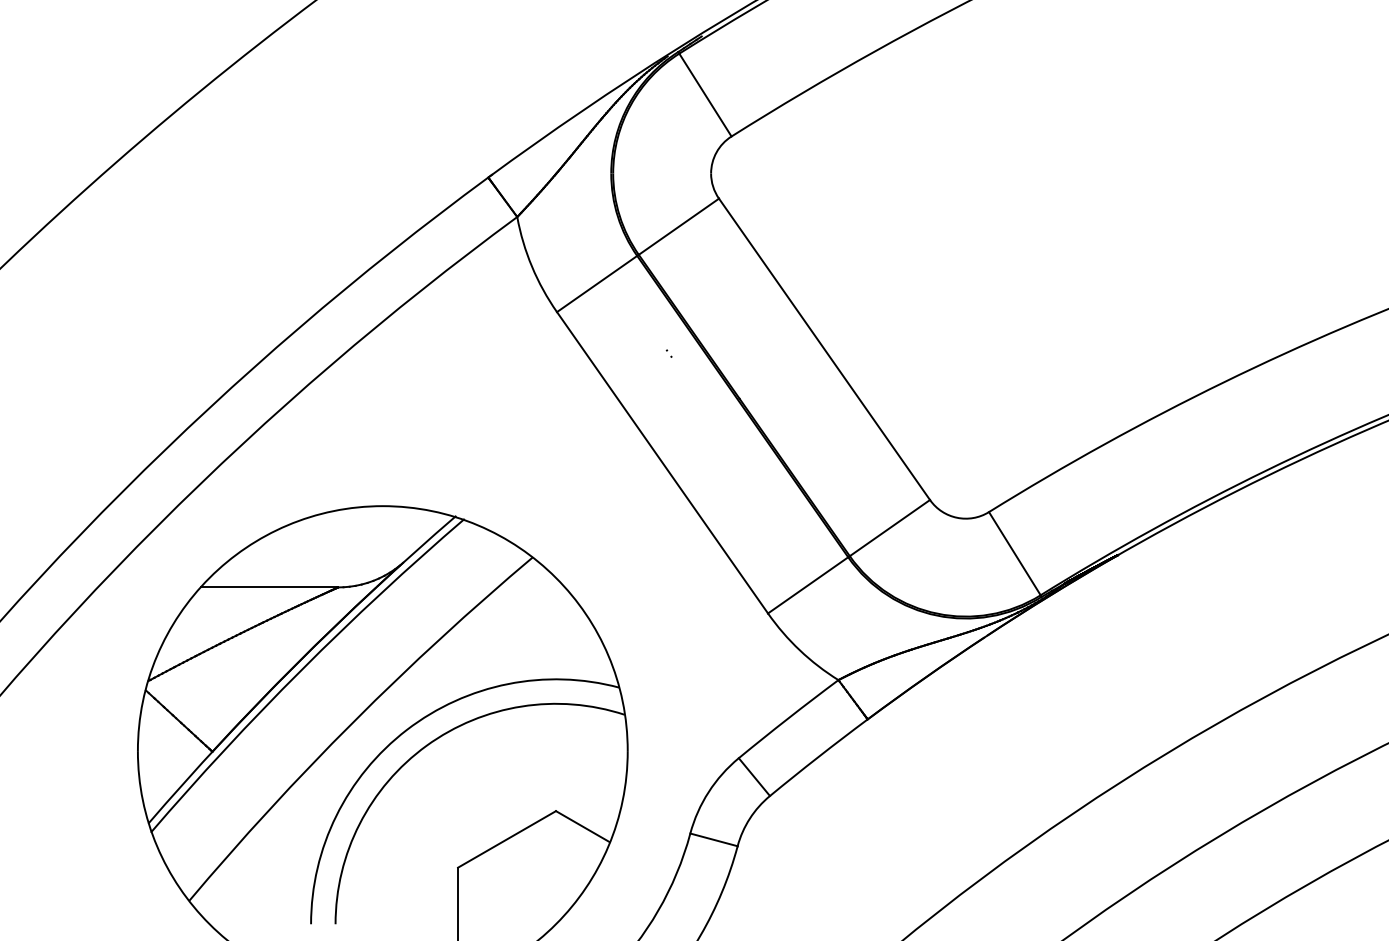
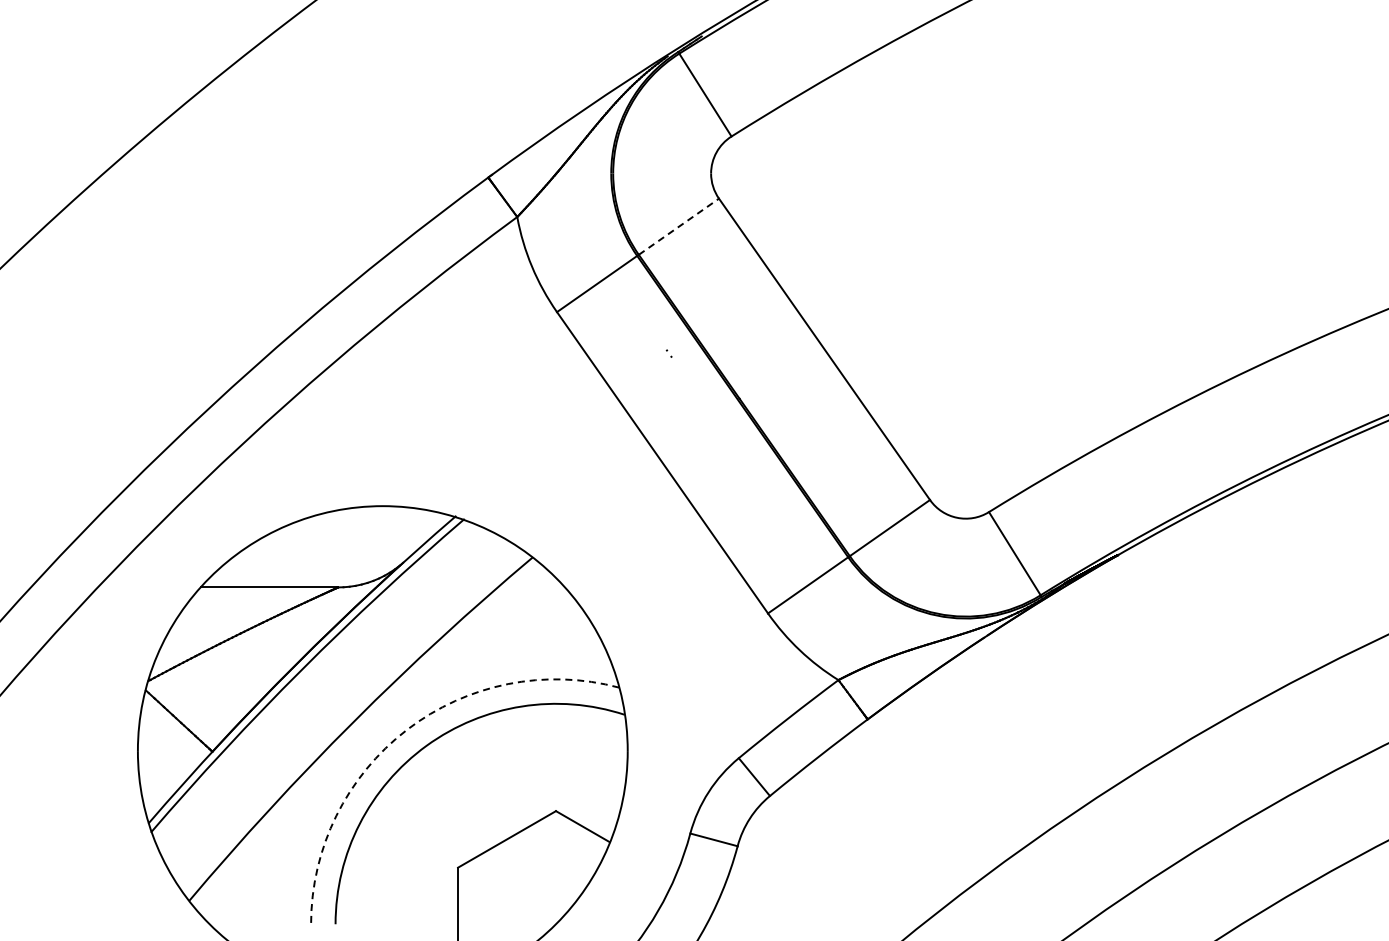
line at (678, 226): solid -> dashed
arc at (406, 730): solid -> dashed
